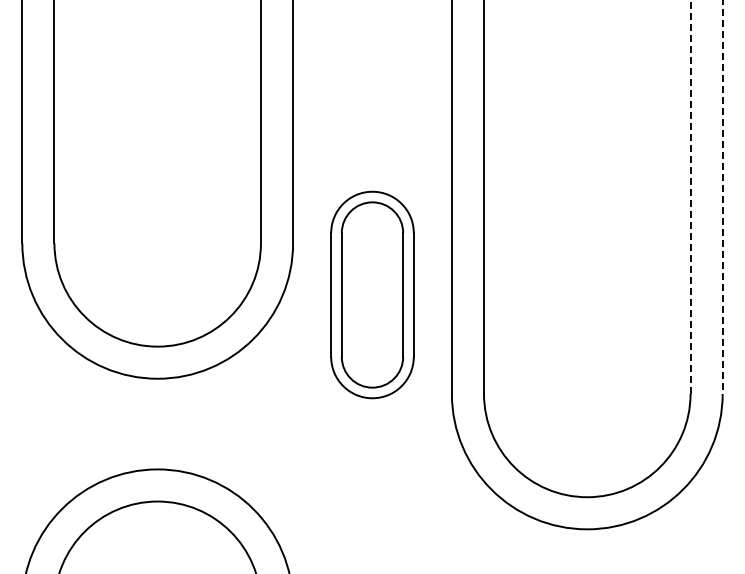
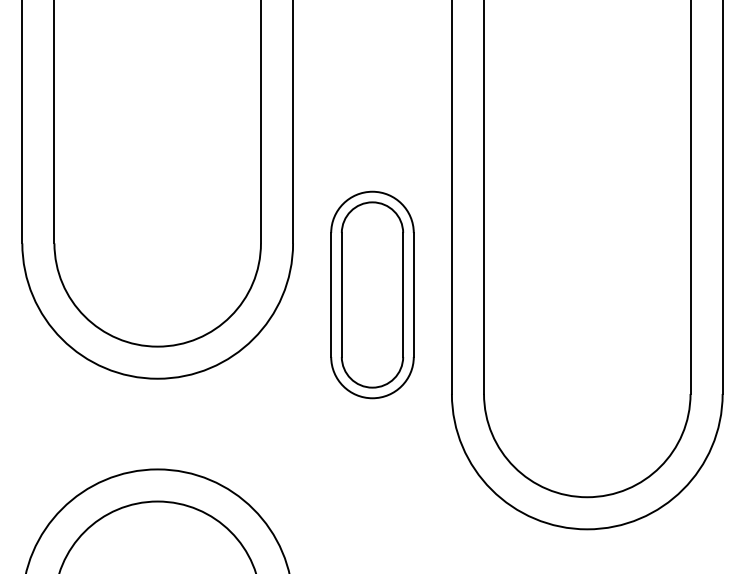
line at (690, 197): dashed -> solid
line at (722, 197): dashed -> solid
